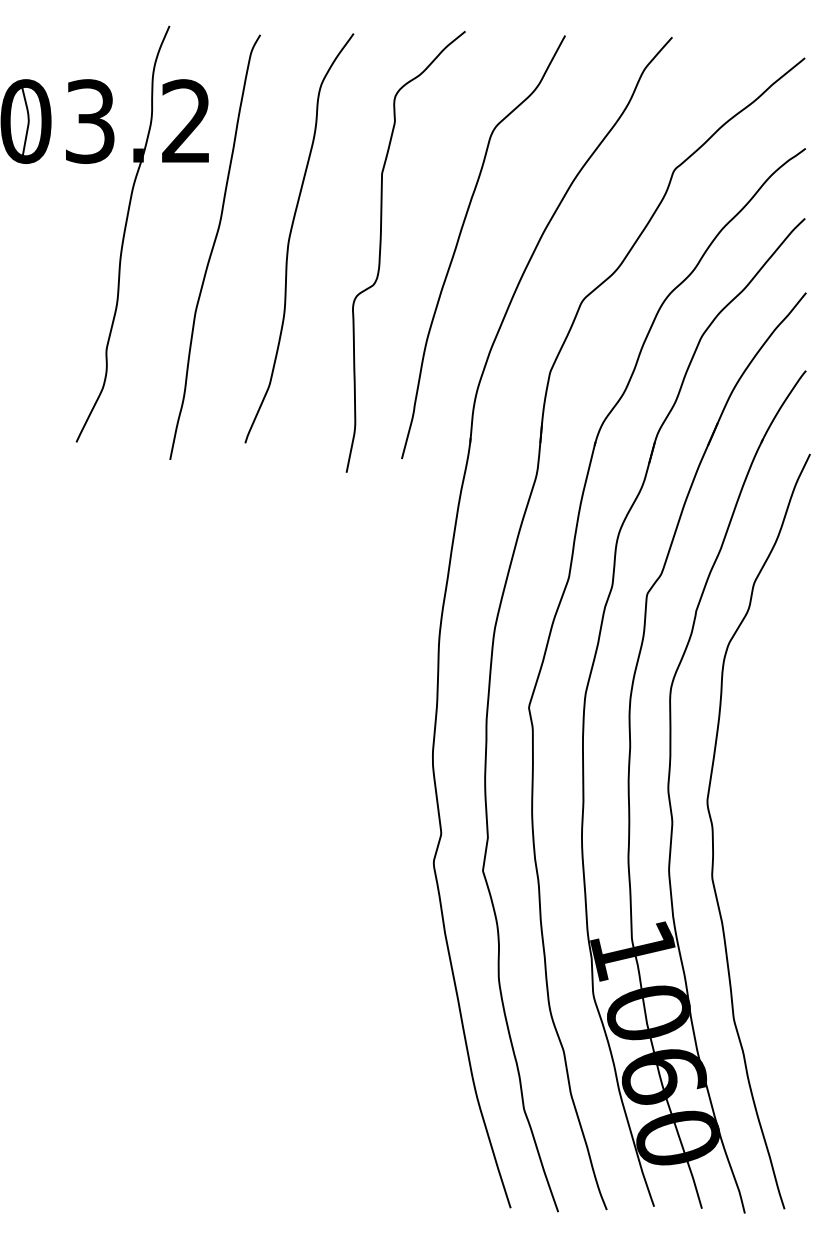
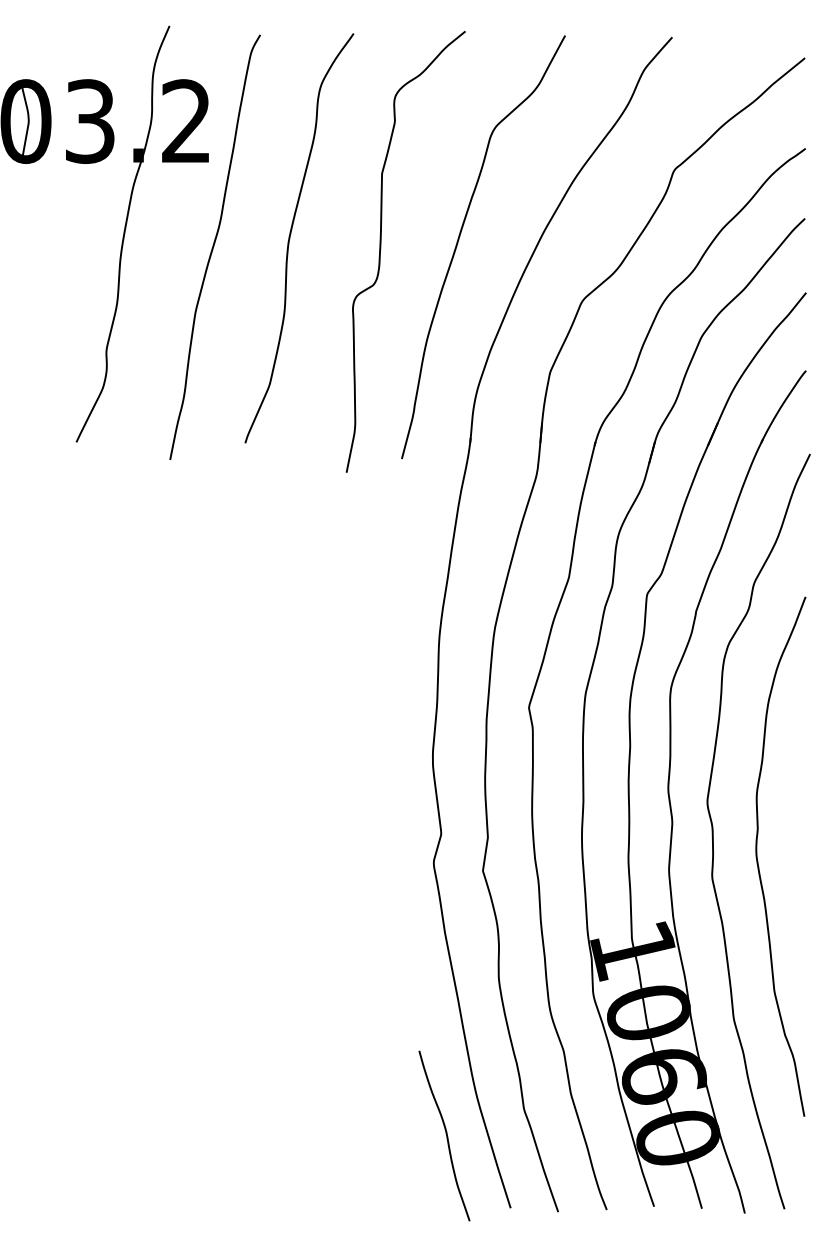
curve at (758, 860): none -> present
curve at (445, 1134): none -> present
